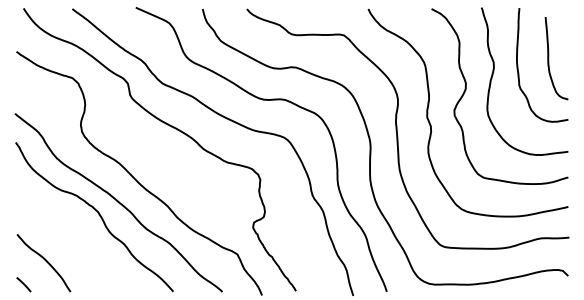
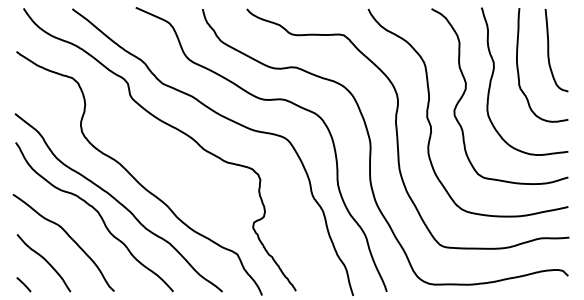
curve at (549, 58) position: (549, 58) -> (549, 50)
curve at (68, 236): none -> present
